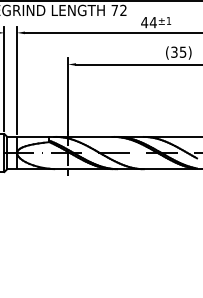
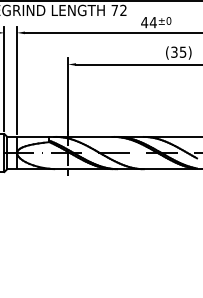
text at (168, 20): ±1 -> ±0
